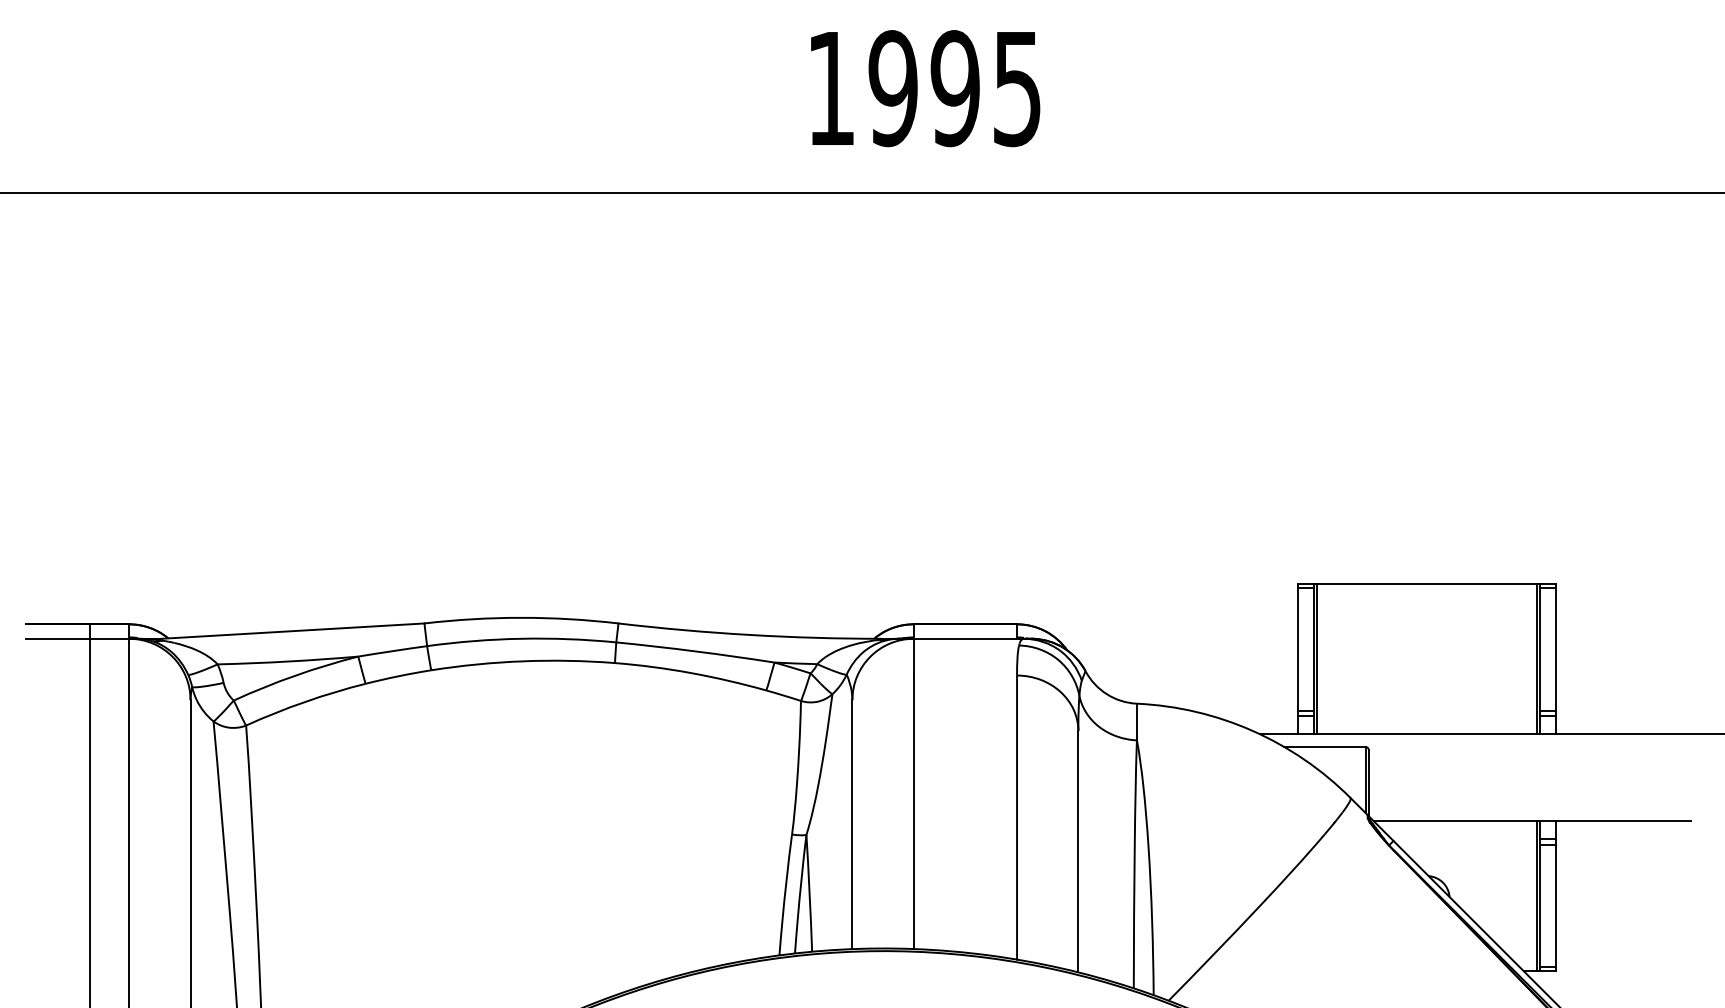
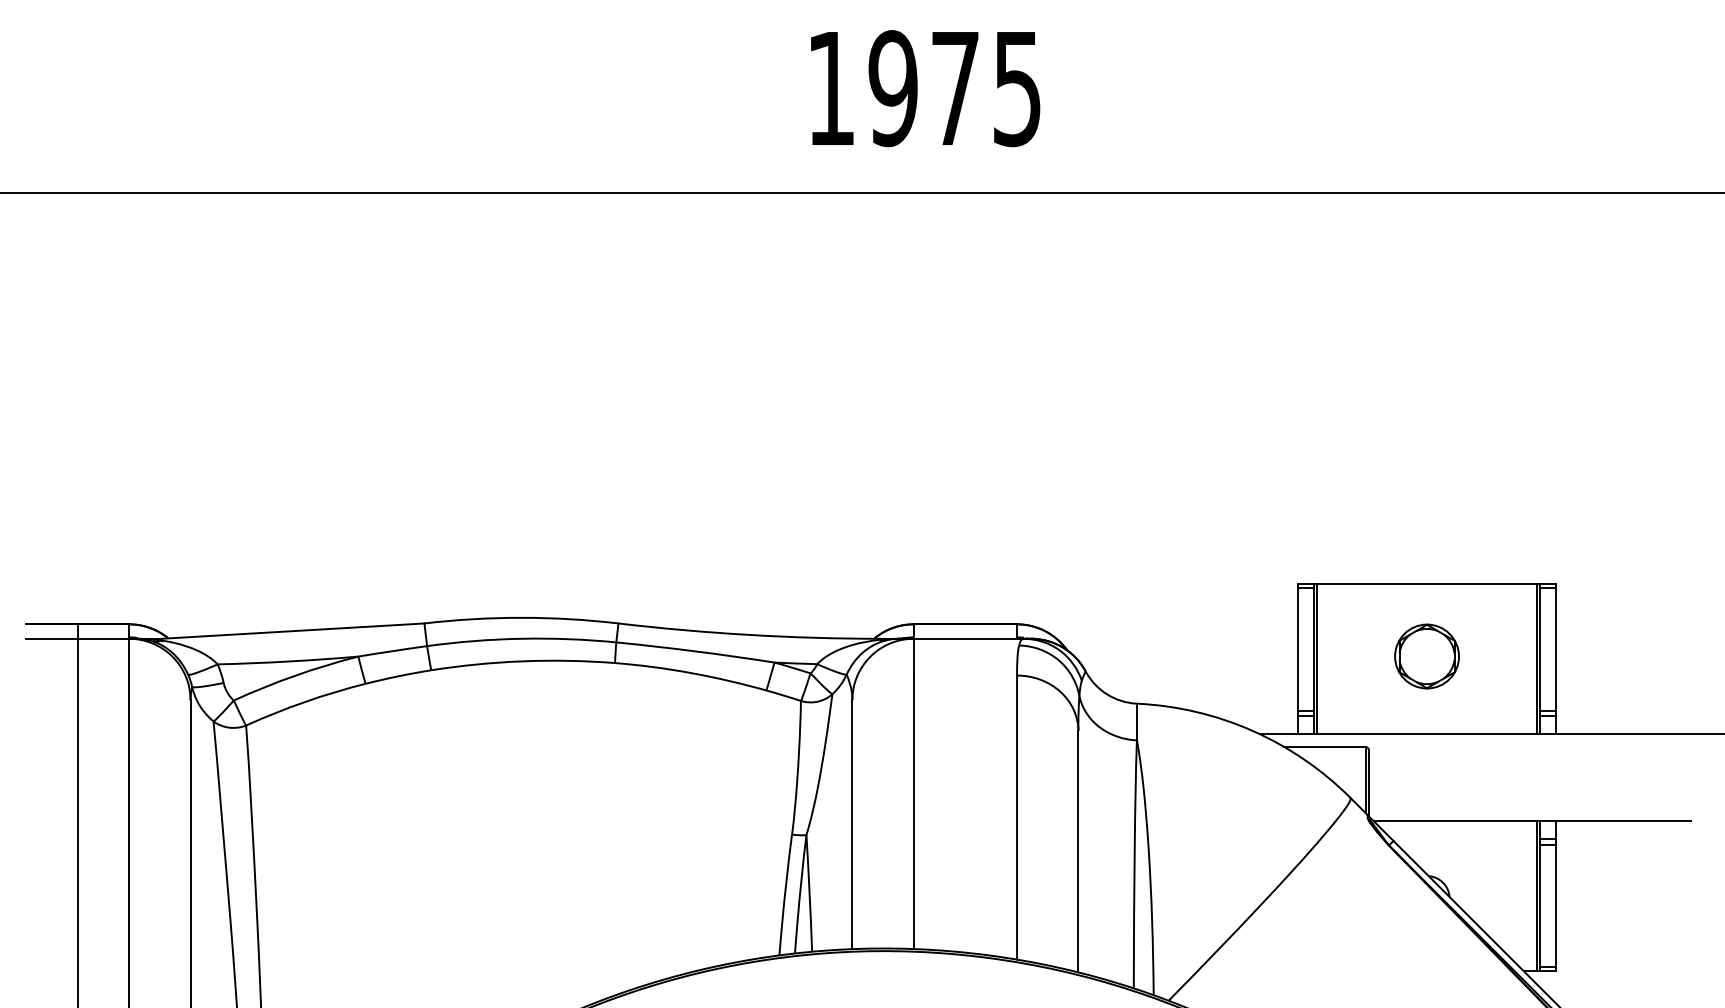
text at (954, 88): 1995 -> 1975
part at (1426, 656): none -> present
line at (89, 814) position: (89, 814) -> (77, 814)
